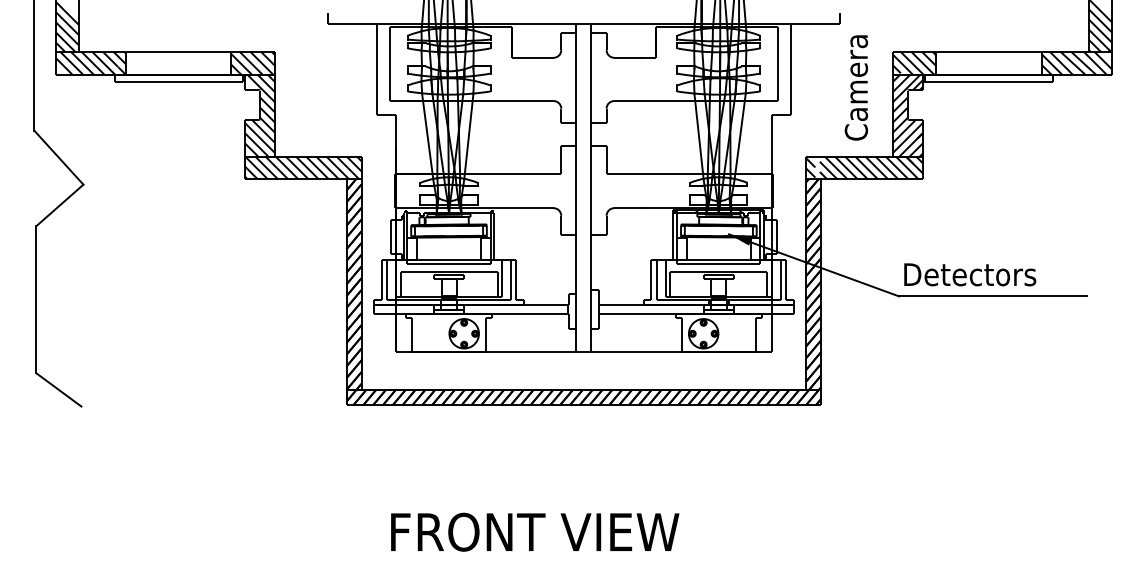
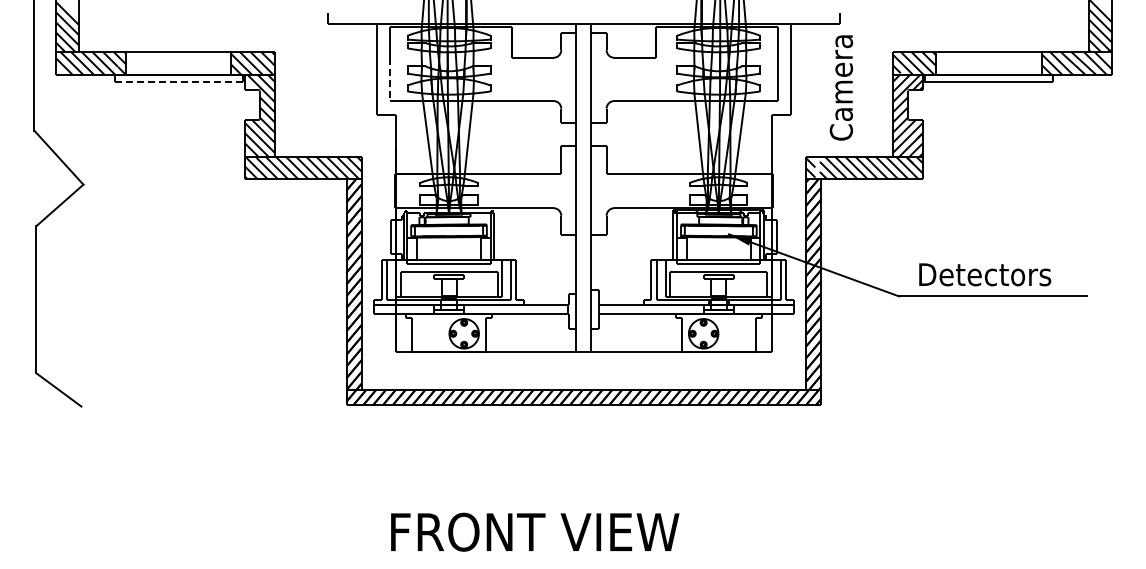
line at (389, 79): solid -> dashed
line at (179, 82): solid -> dashed
text at (856, 87) position: (856, 87) -> (841, 87)
text at (970, 274) position: (970, 274) -> (985, 274)
